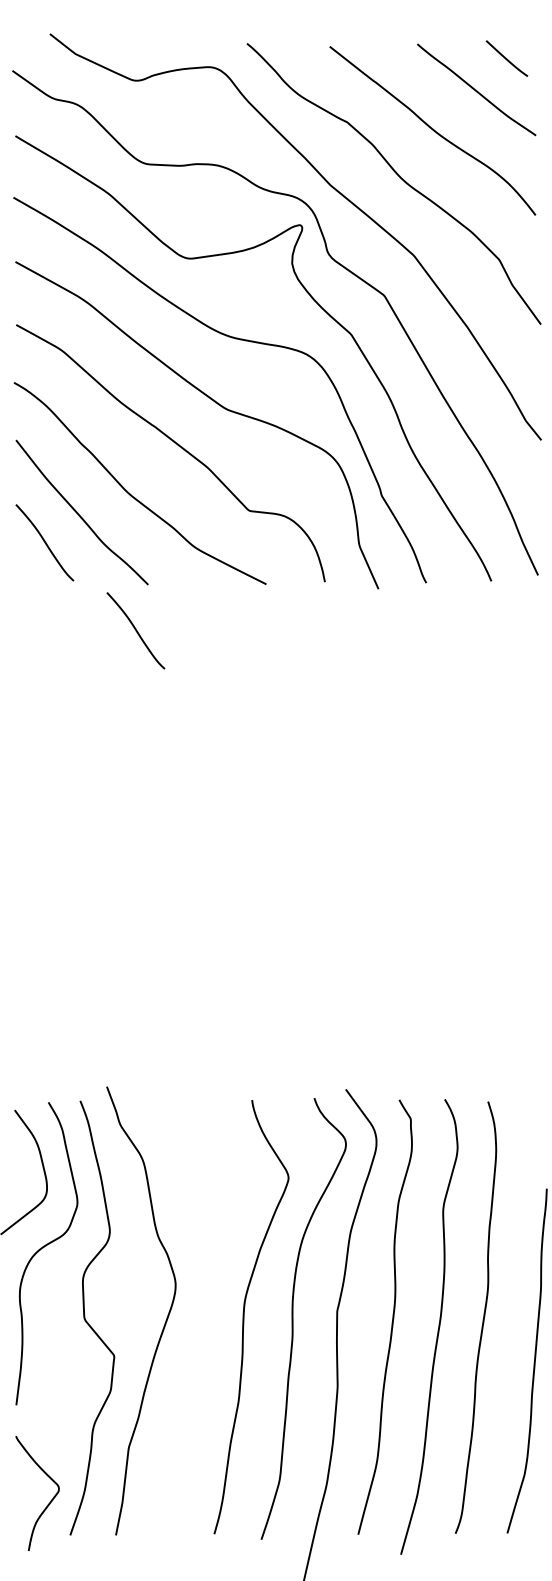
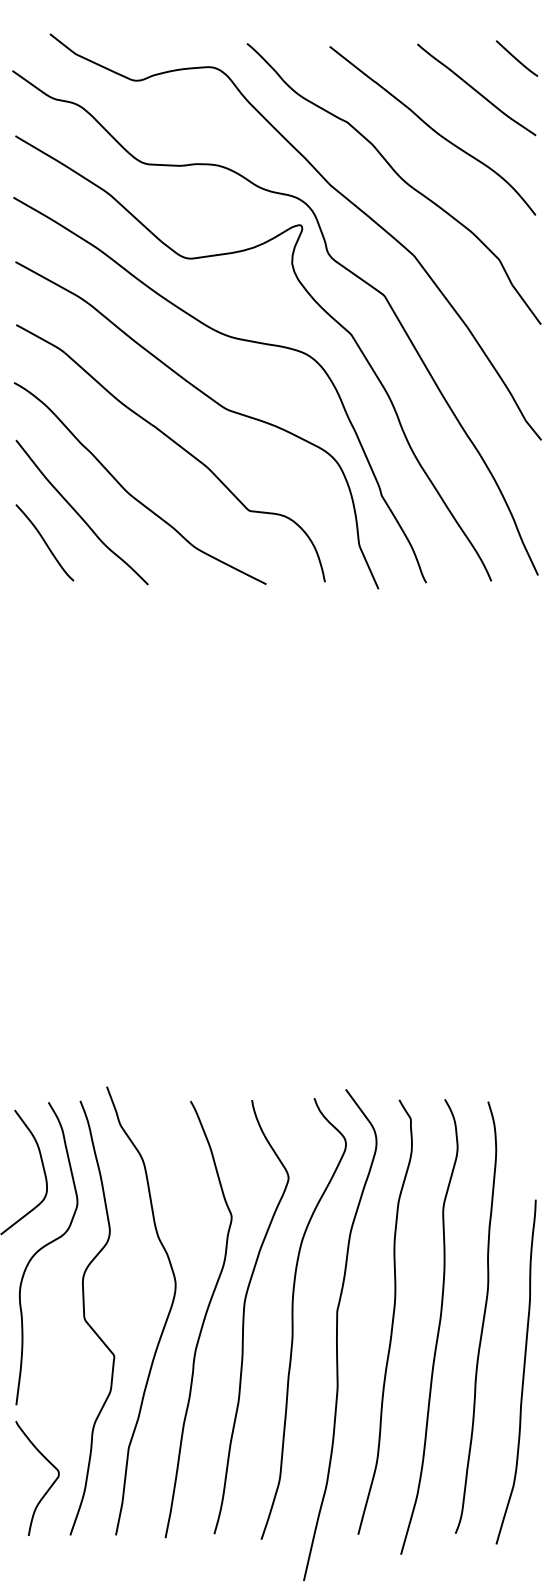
curve at (506, 58) position: (506, 58) -> (516, 58)
curve at (135, 630): present -> none
curve at (202, 1321): none -> present
curve at (533, 1362) position: (533, 1362) -> (522, 1373)
curve at (50, 1500) position: (50, 1500) -> (50, 1485)
